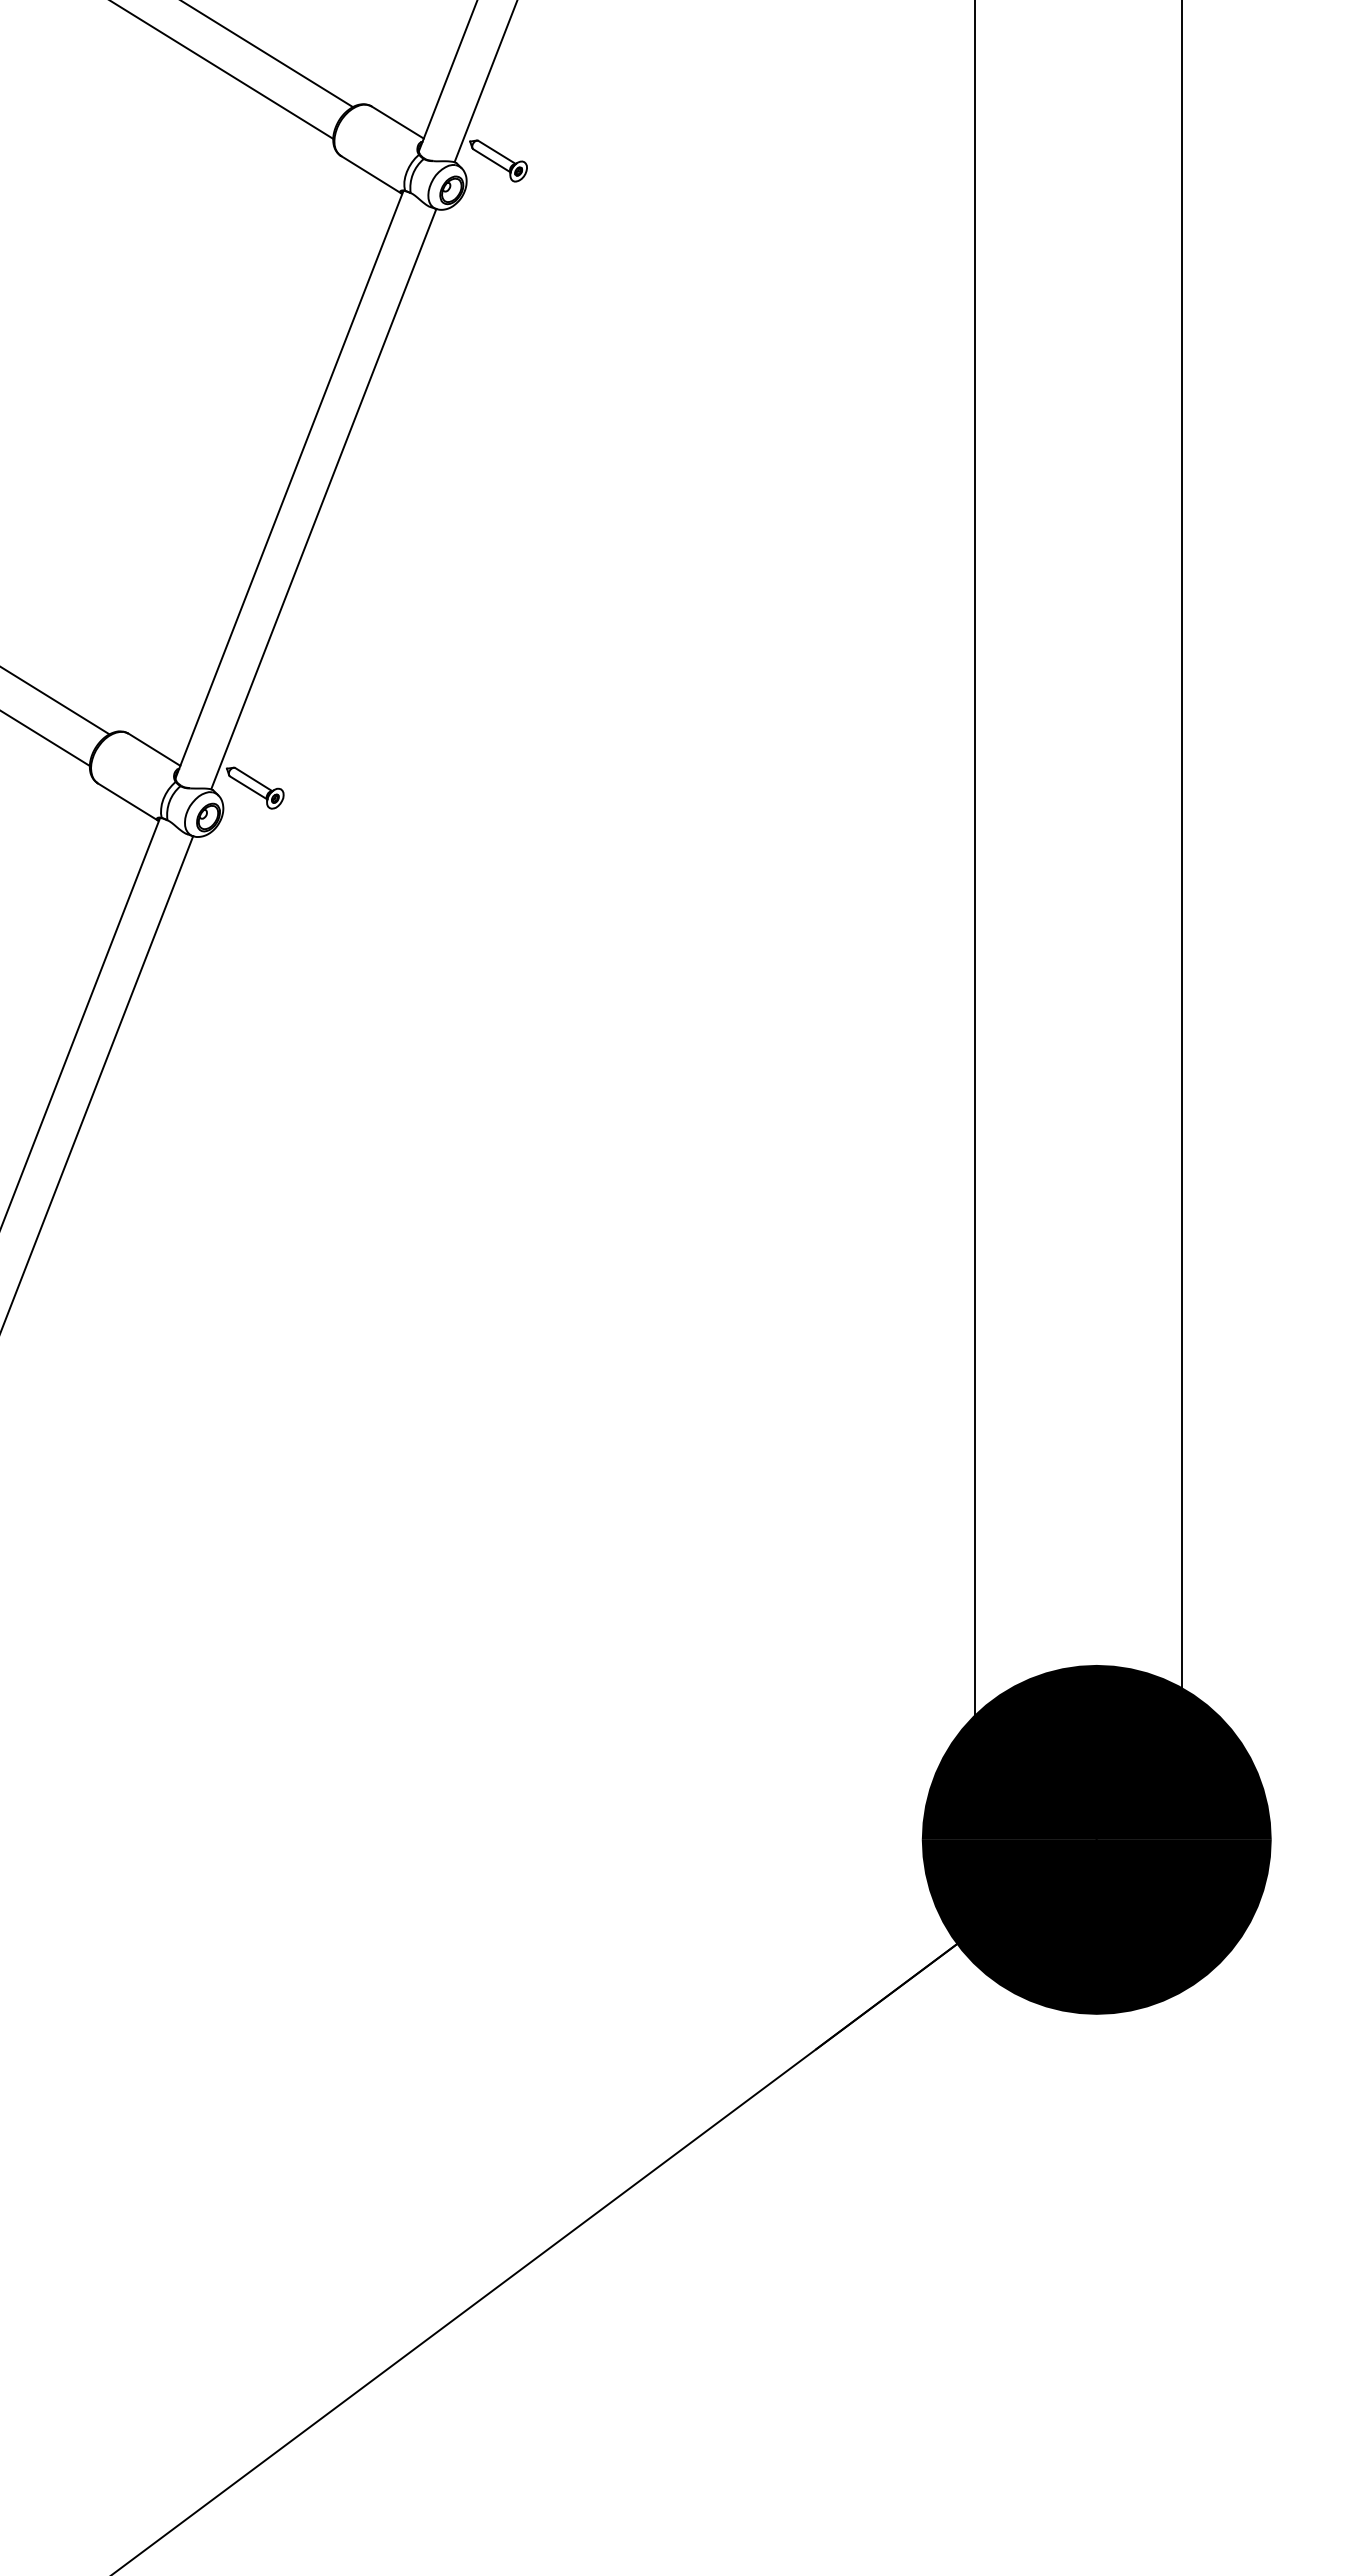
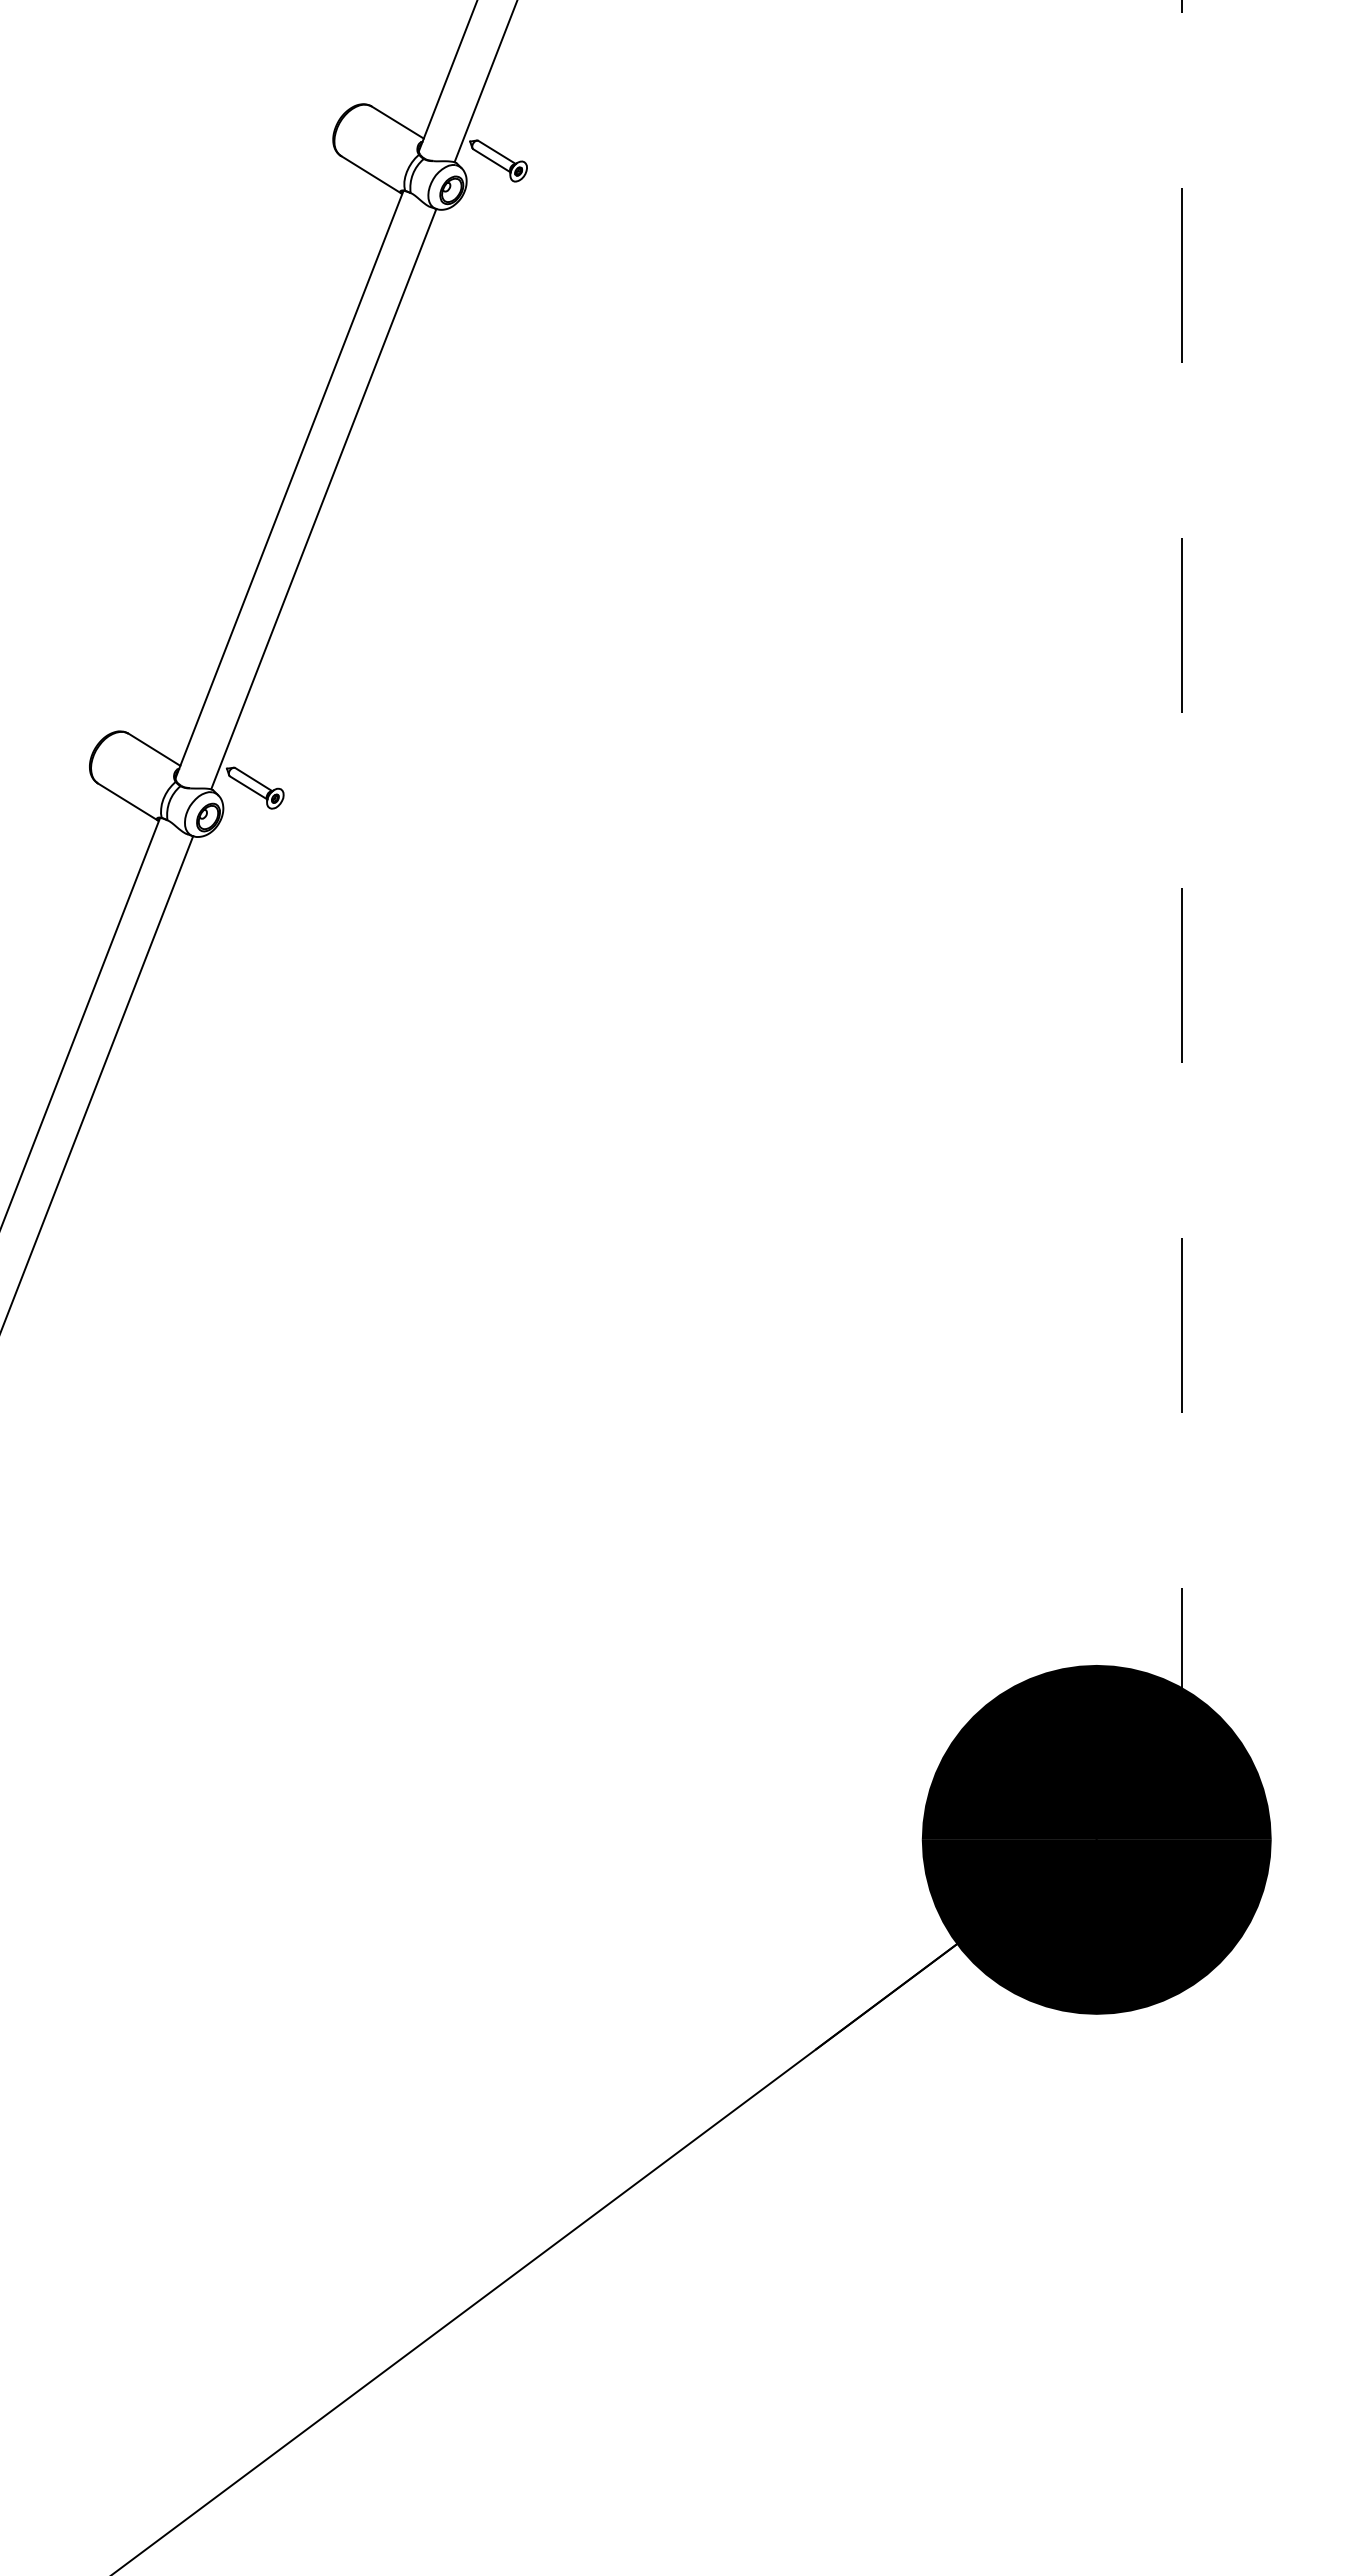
line at (267, 54): present -> none
line at (222, 70): present -> none
line at (55, 700): present -> none
line at (45, 738): present -> none
line at (1181, 881): solid -> dashed
line at (974, 882): present -> none
